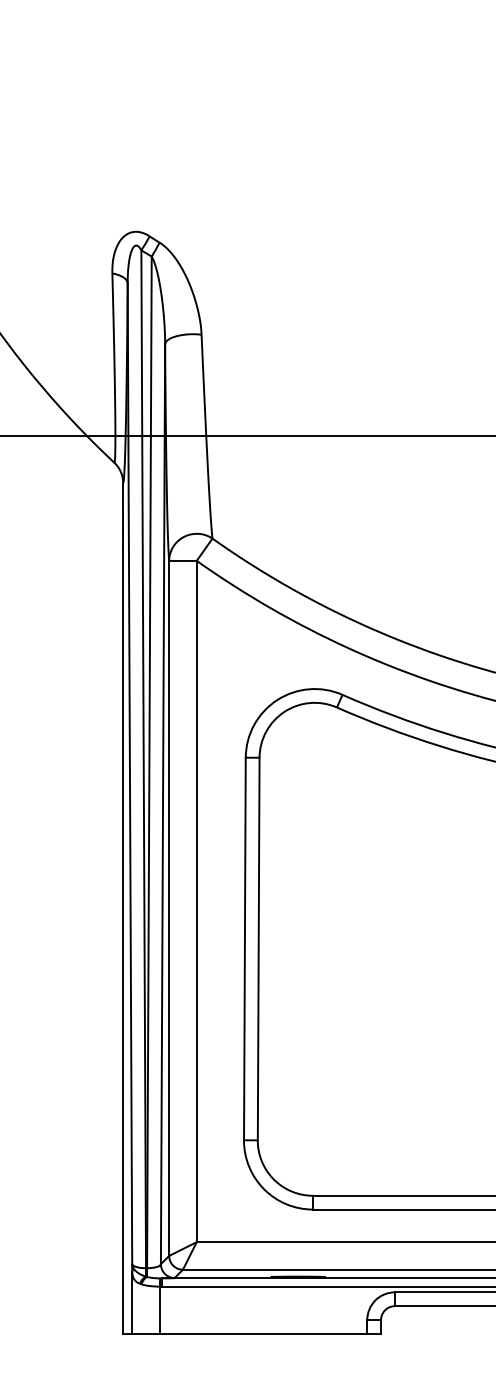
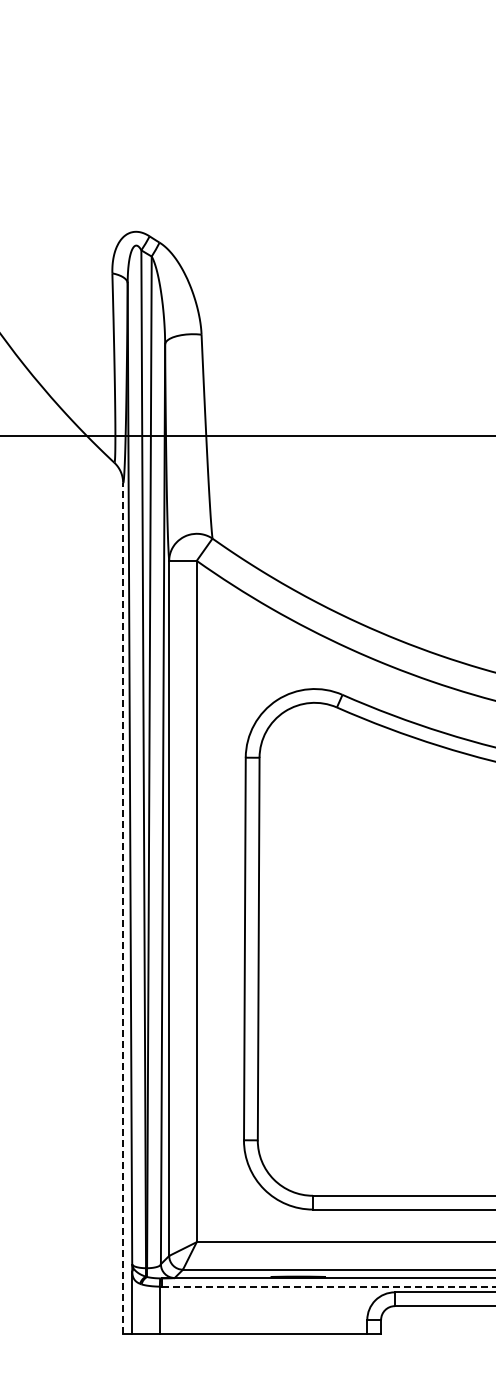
line at (123, 907): solid -> dashed
line at (329, 1286): solid -> dashed
